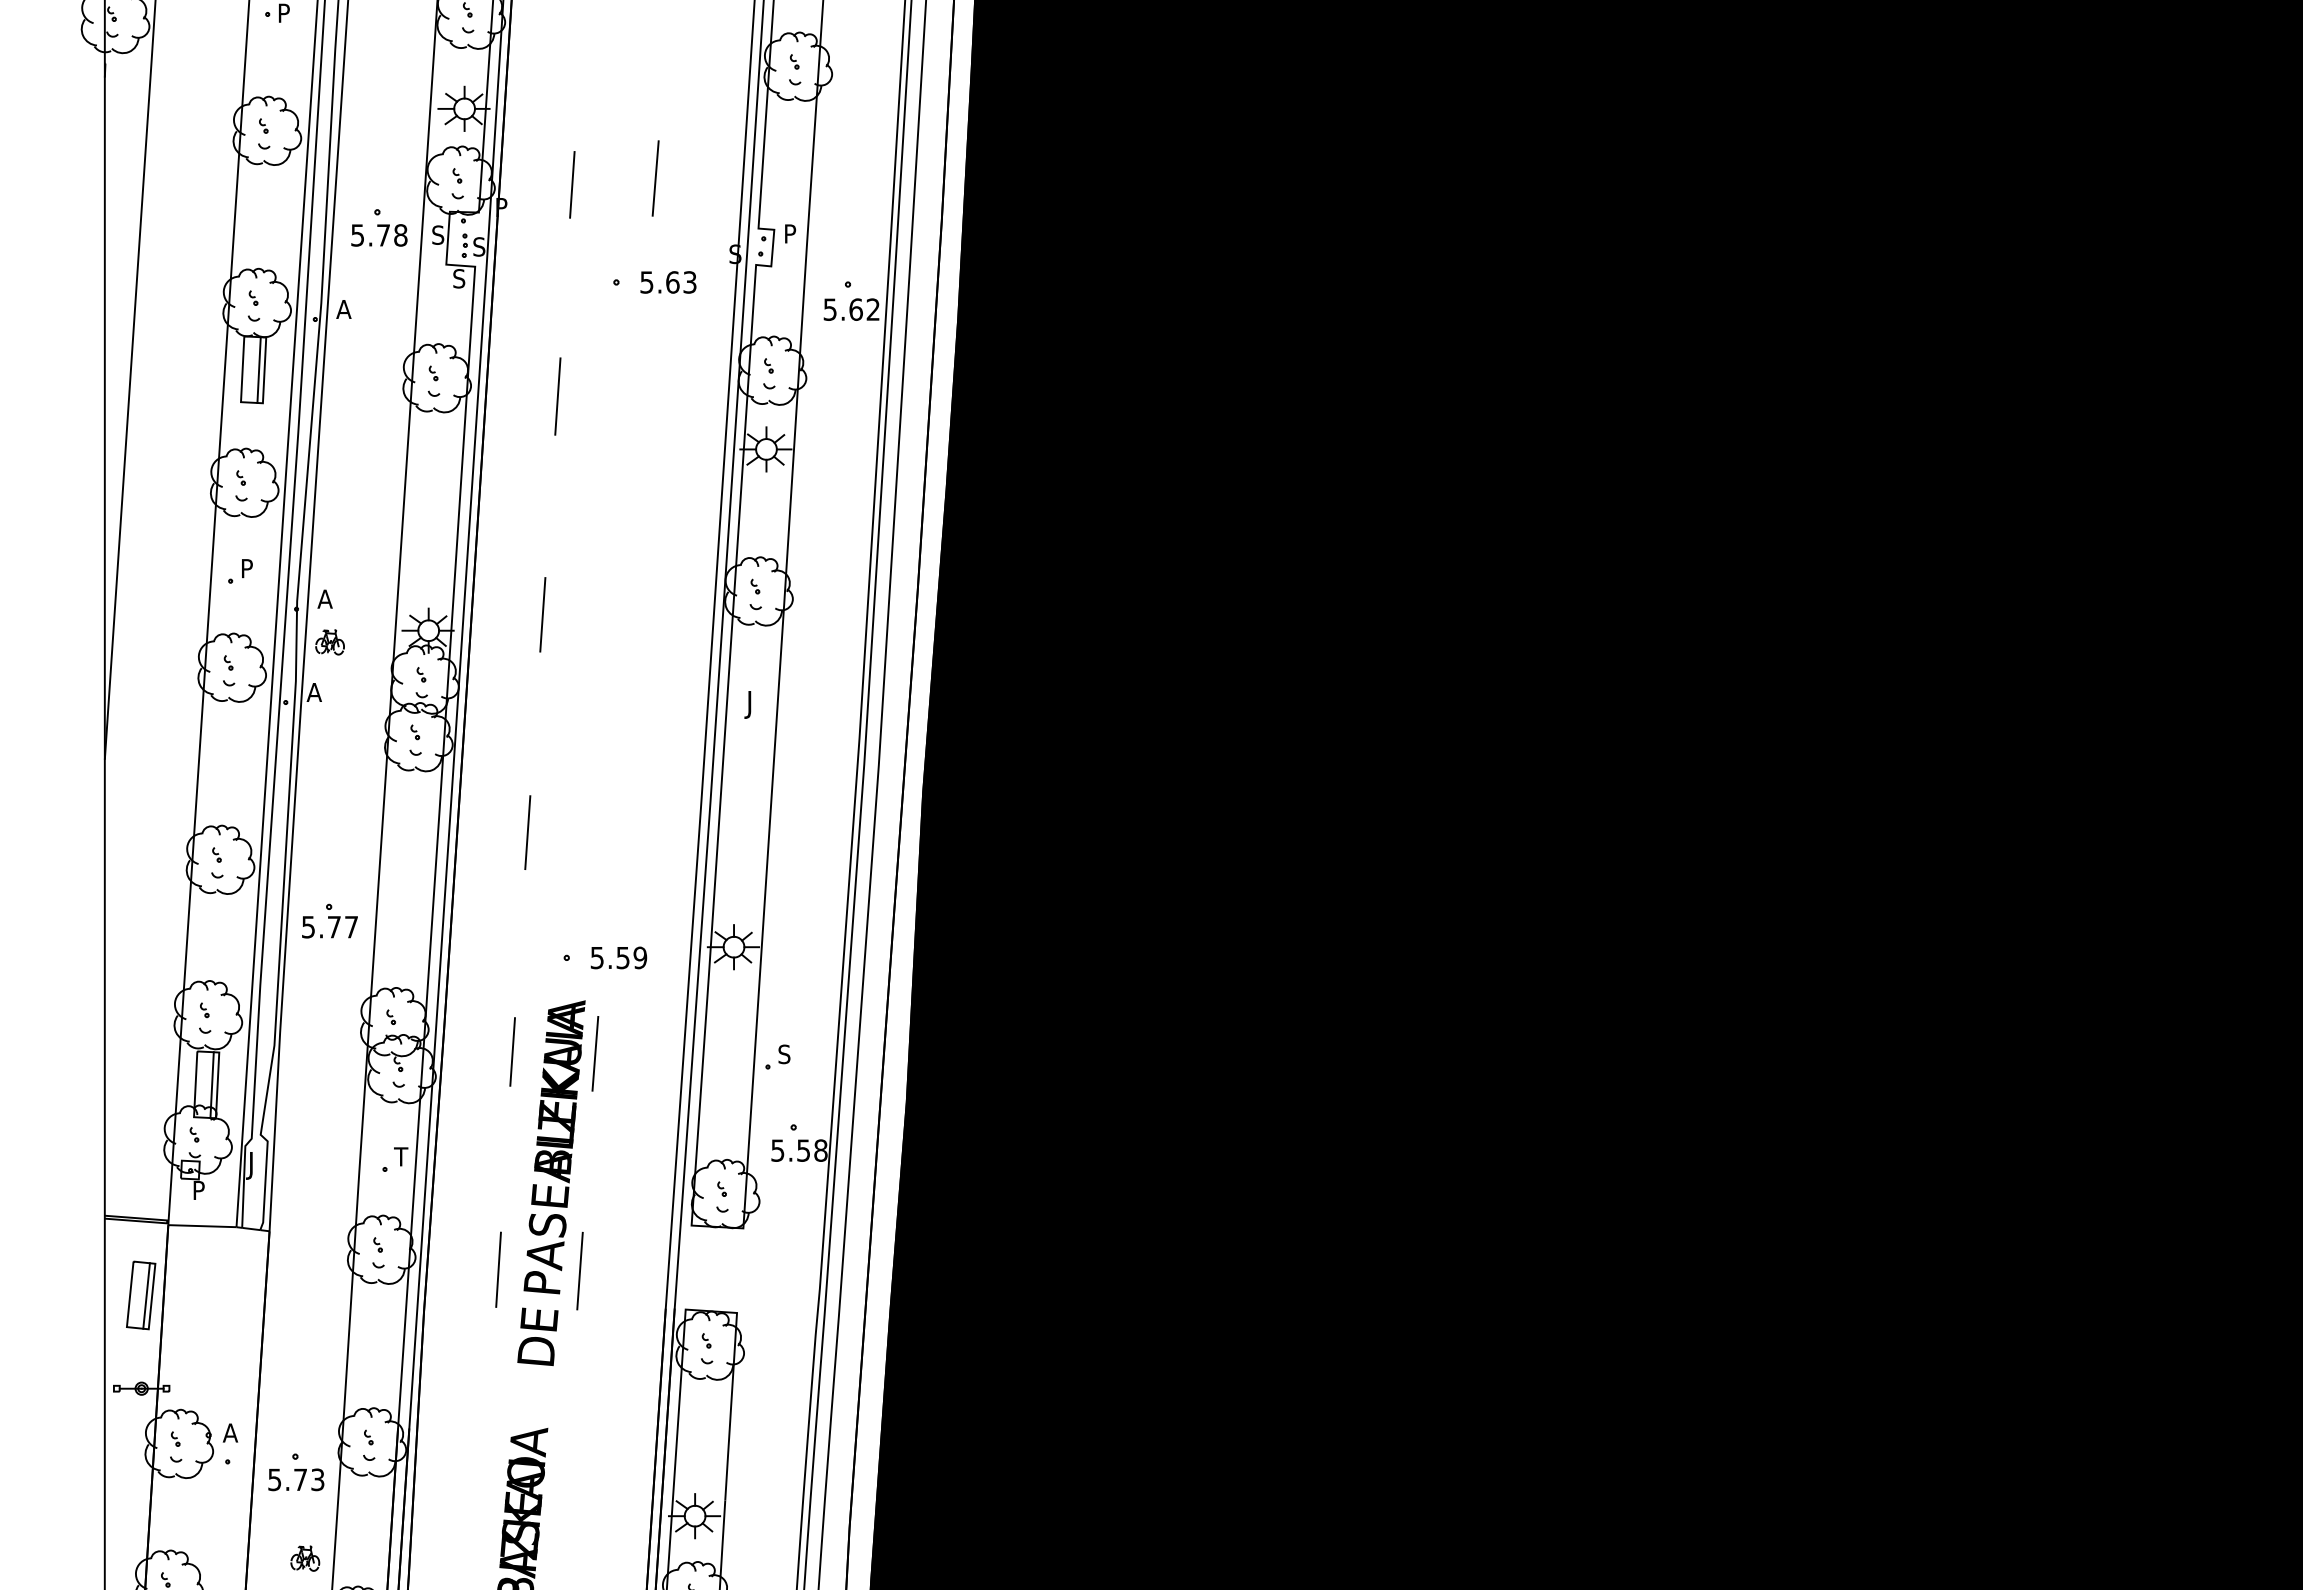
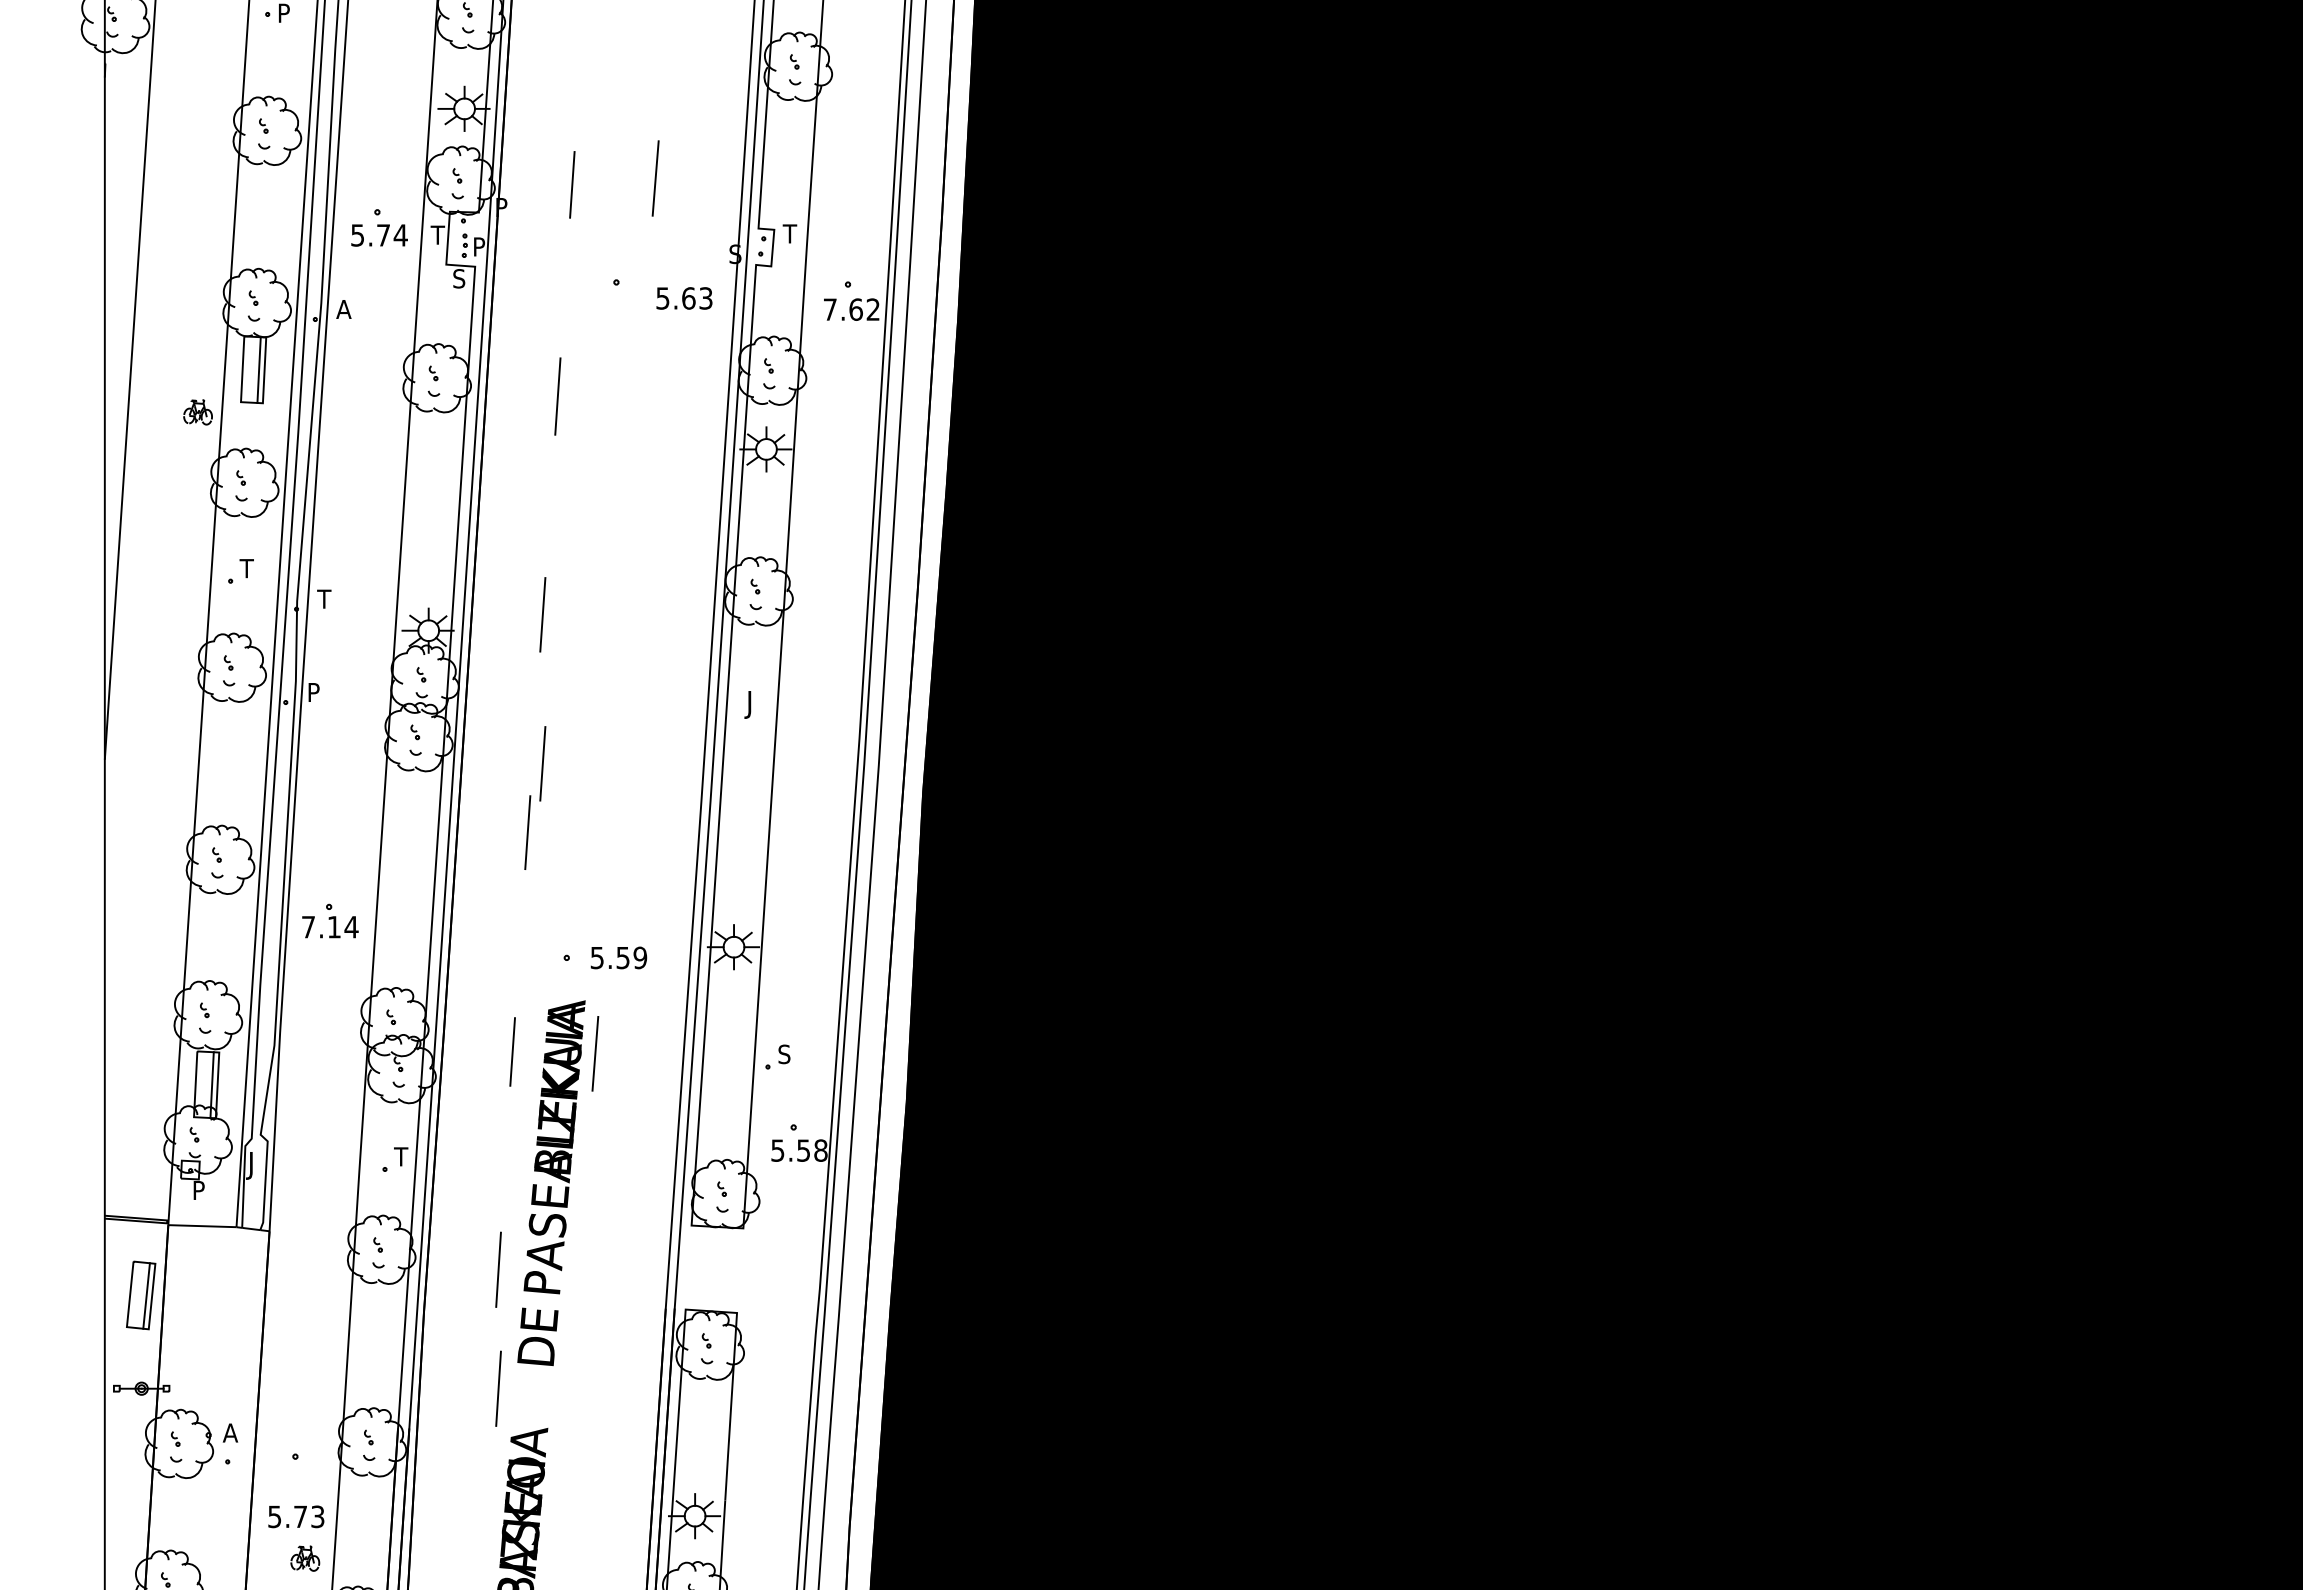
text at (789, 233): P -> T
text at (437, 234): S -> T
text at (400, 235): 5.78 -> 5.74
text at (479, 246): S -> P
text at (668, 282) position: (668, 282) -> (684, 298)
text at (829, 309): 5.62 -> 7.62
text at (246, 568): P -> T
text at (324, 598): A -> T
part at (329, 642) position: (329, 642) -> (197, 412)
text at (313, 692): A -> P
line at (542, 763): none -> present
text at (330, 927): 5.77 -> 7.14
line at (579, 1270): present -> none
line at (498, 1388): none -> present
text at (296, 1479) position: (296, 1479) -> (296, 1516)
